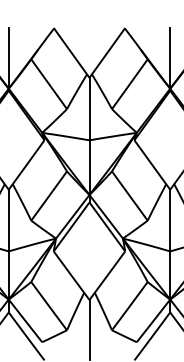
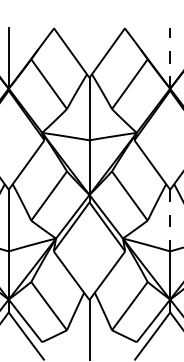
line at (170, 57): solid -> dashed
line at (170, 220): solid -> dashed
